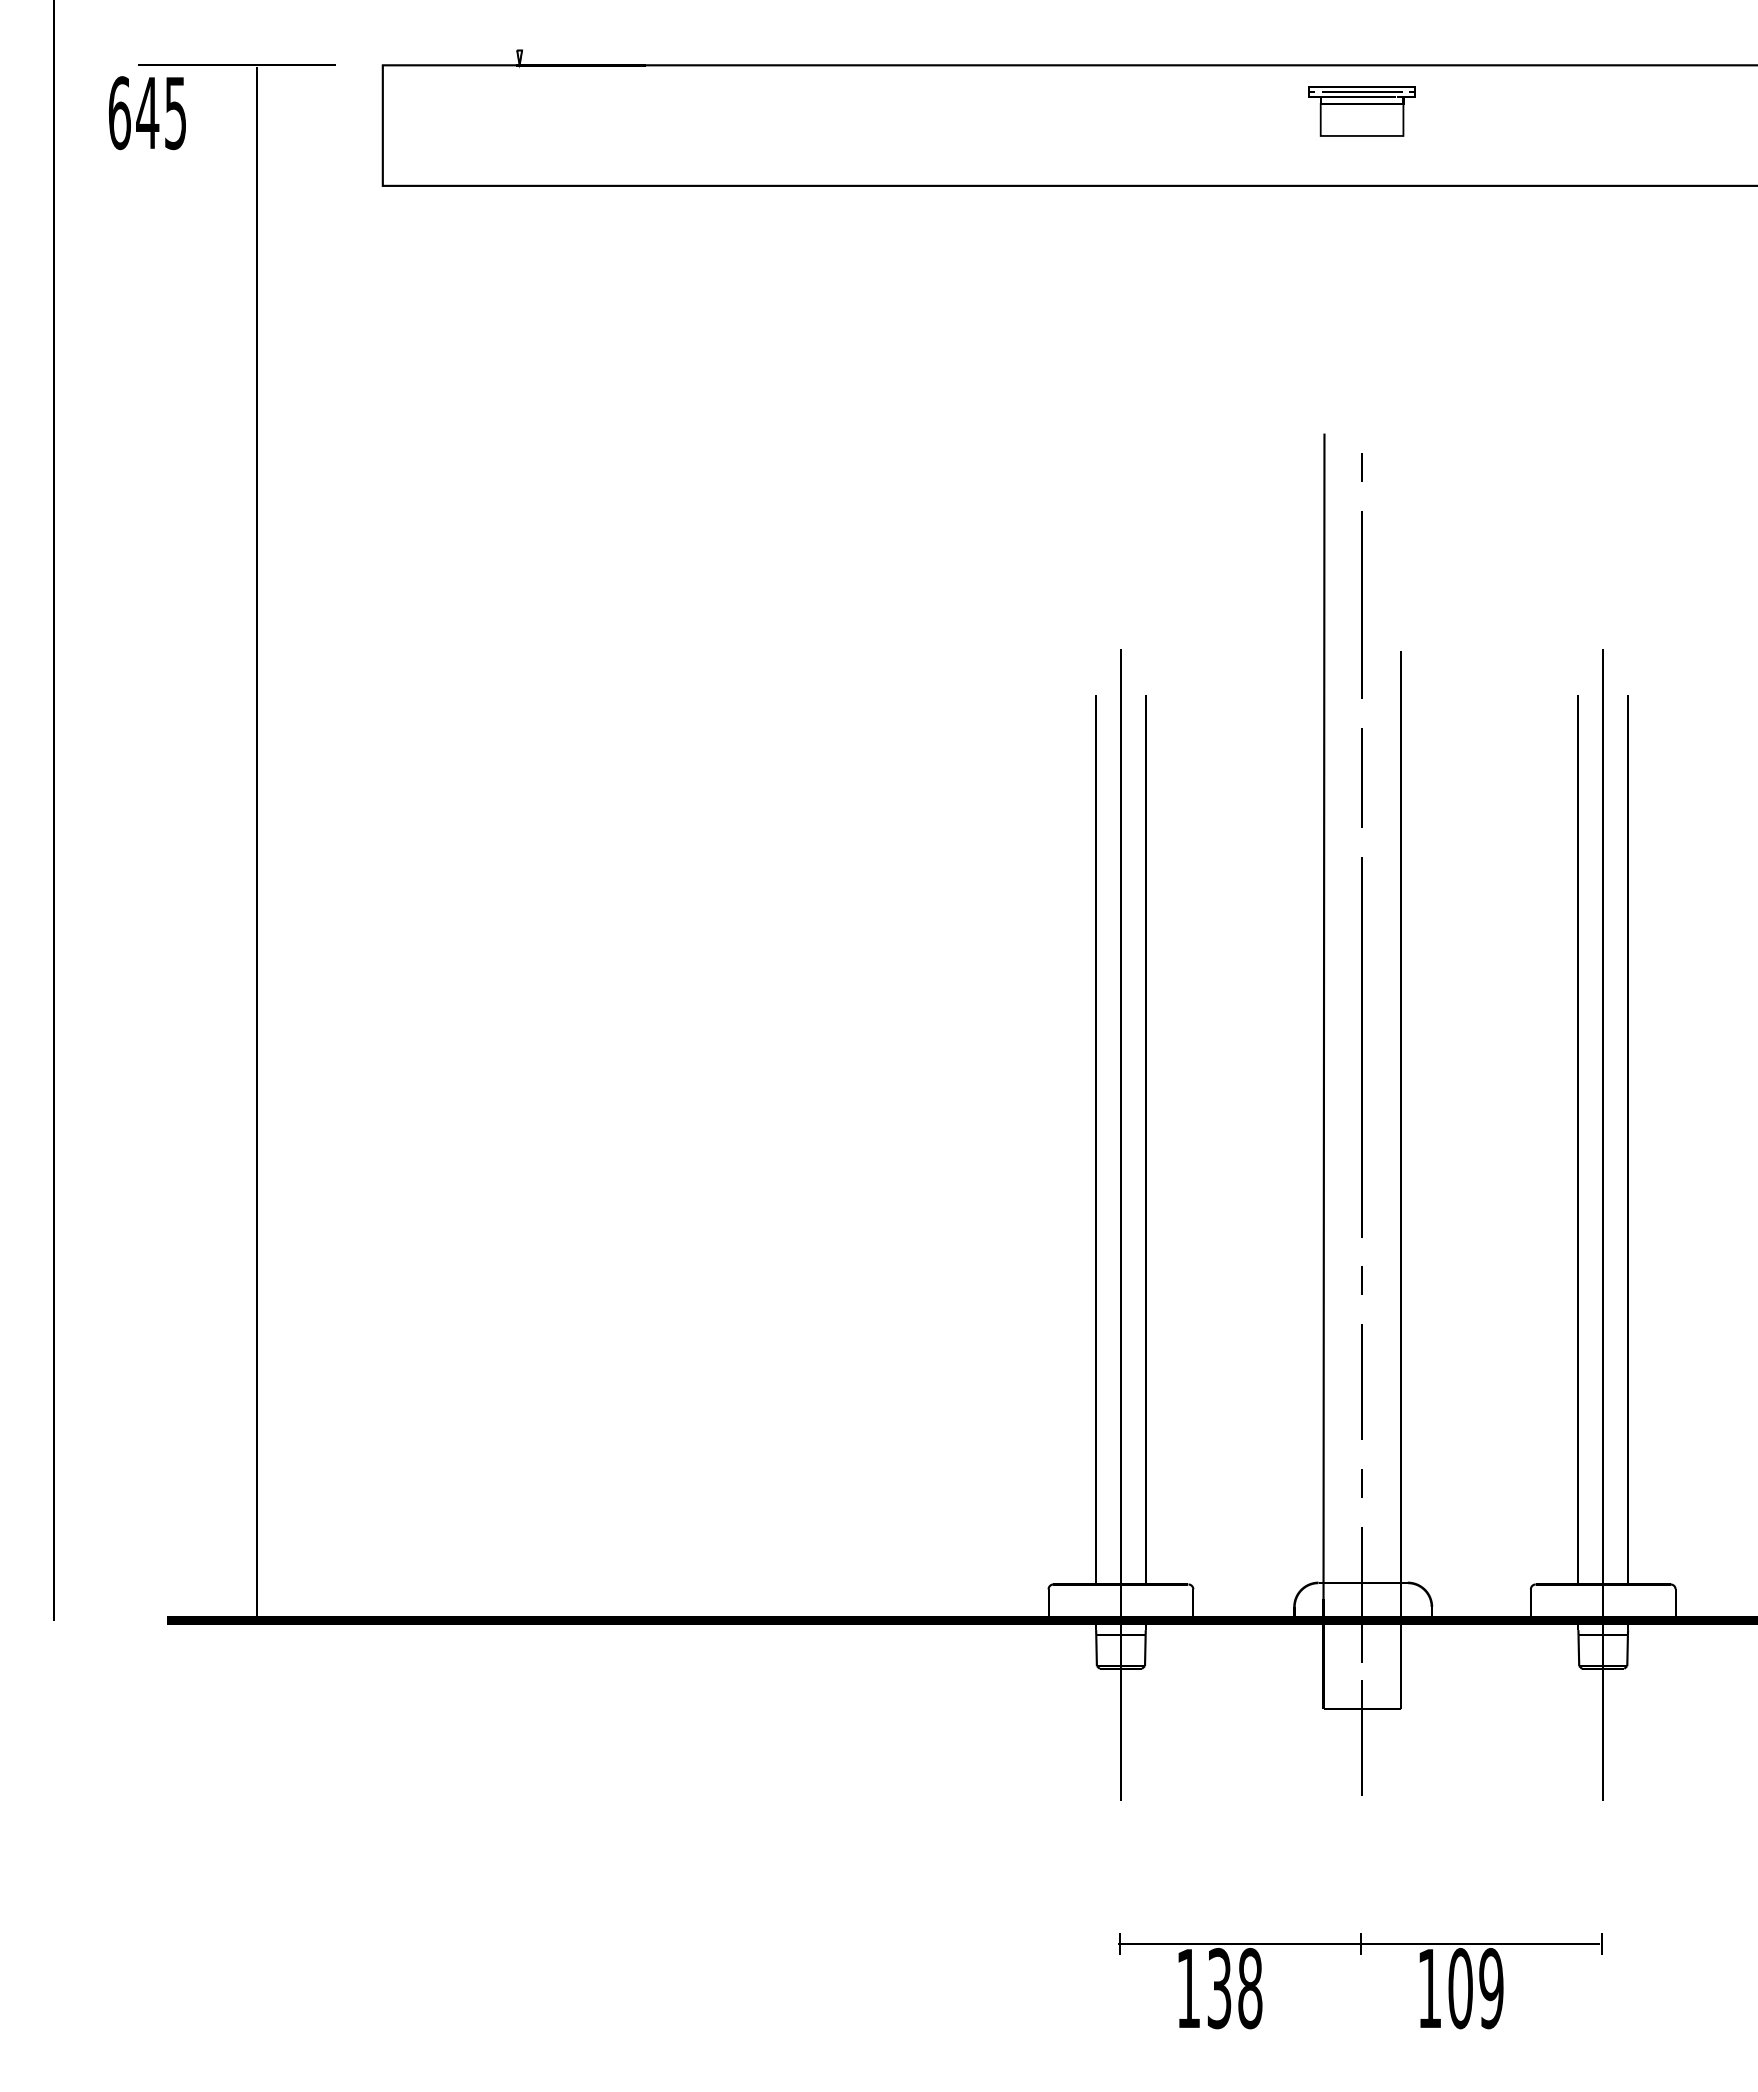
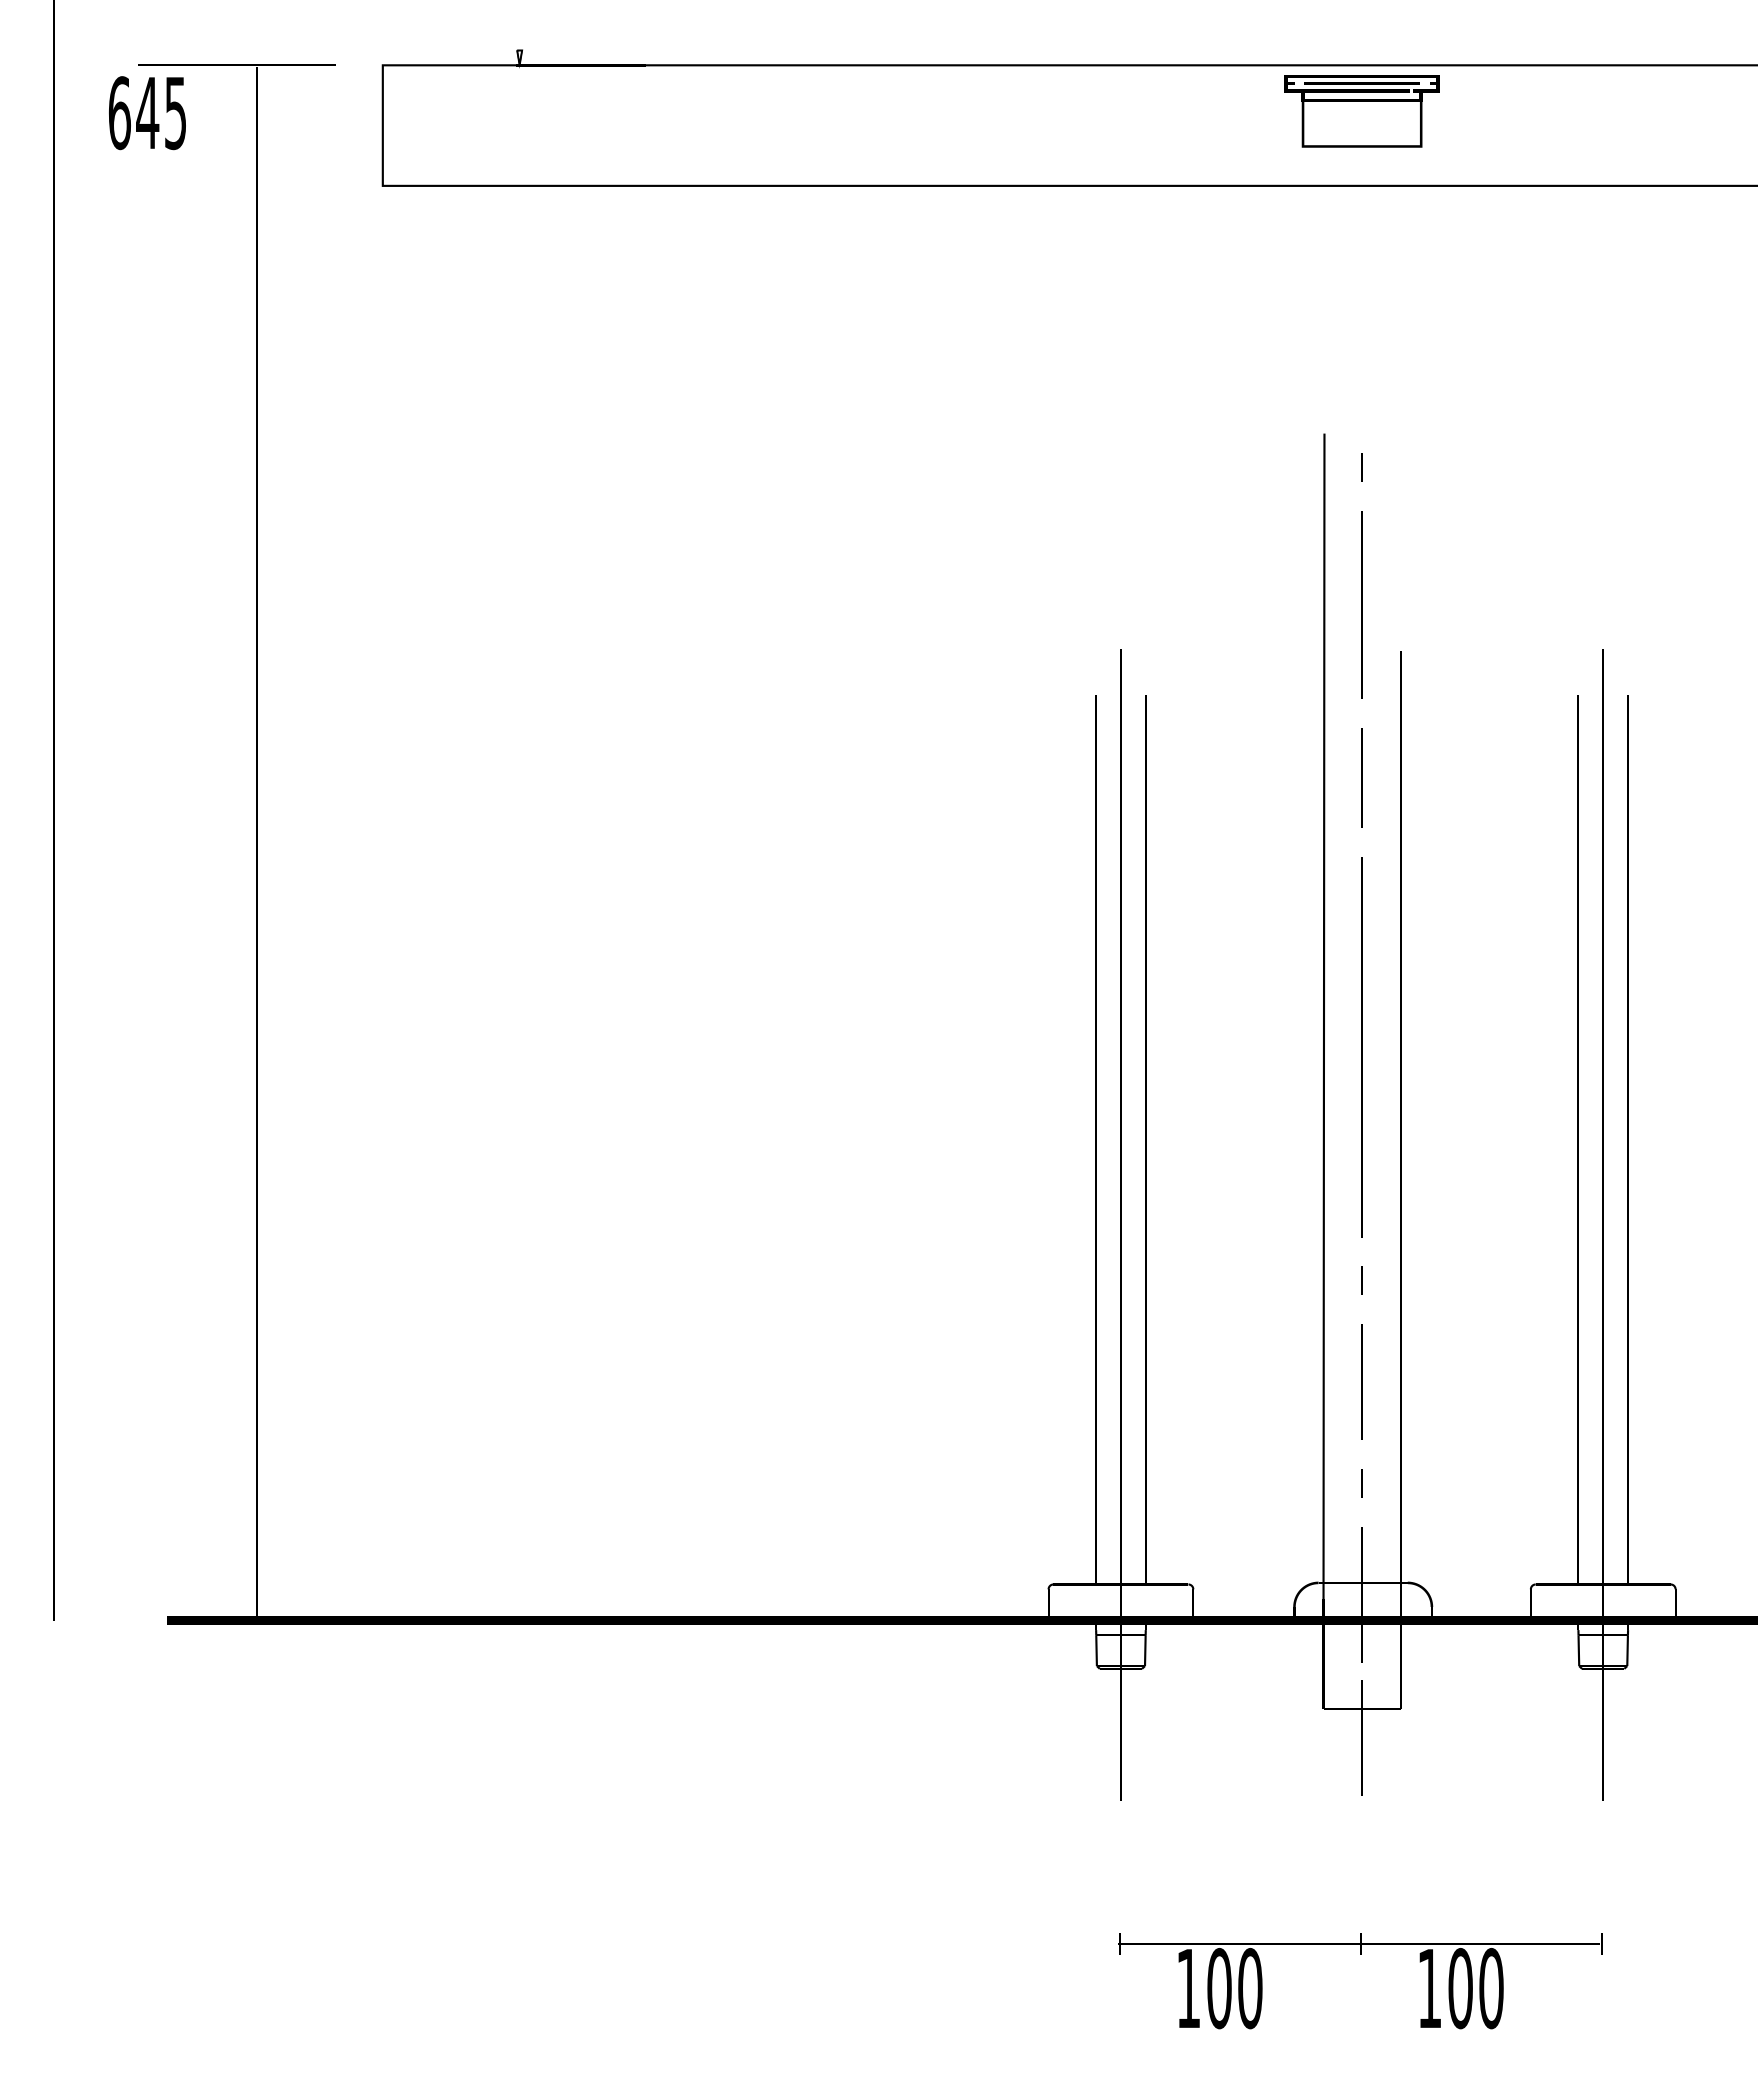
part at (1361, 111) size: 108x51 px -> 156x73 px
text at (1234, 1988): 138 -> 100
text at (1491, 1988): 109 -> 100
